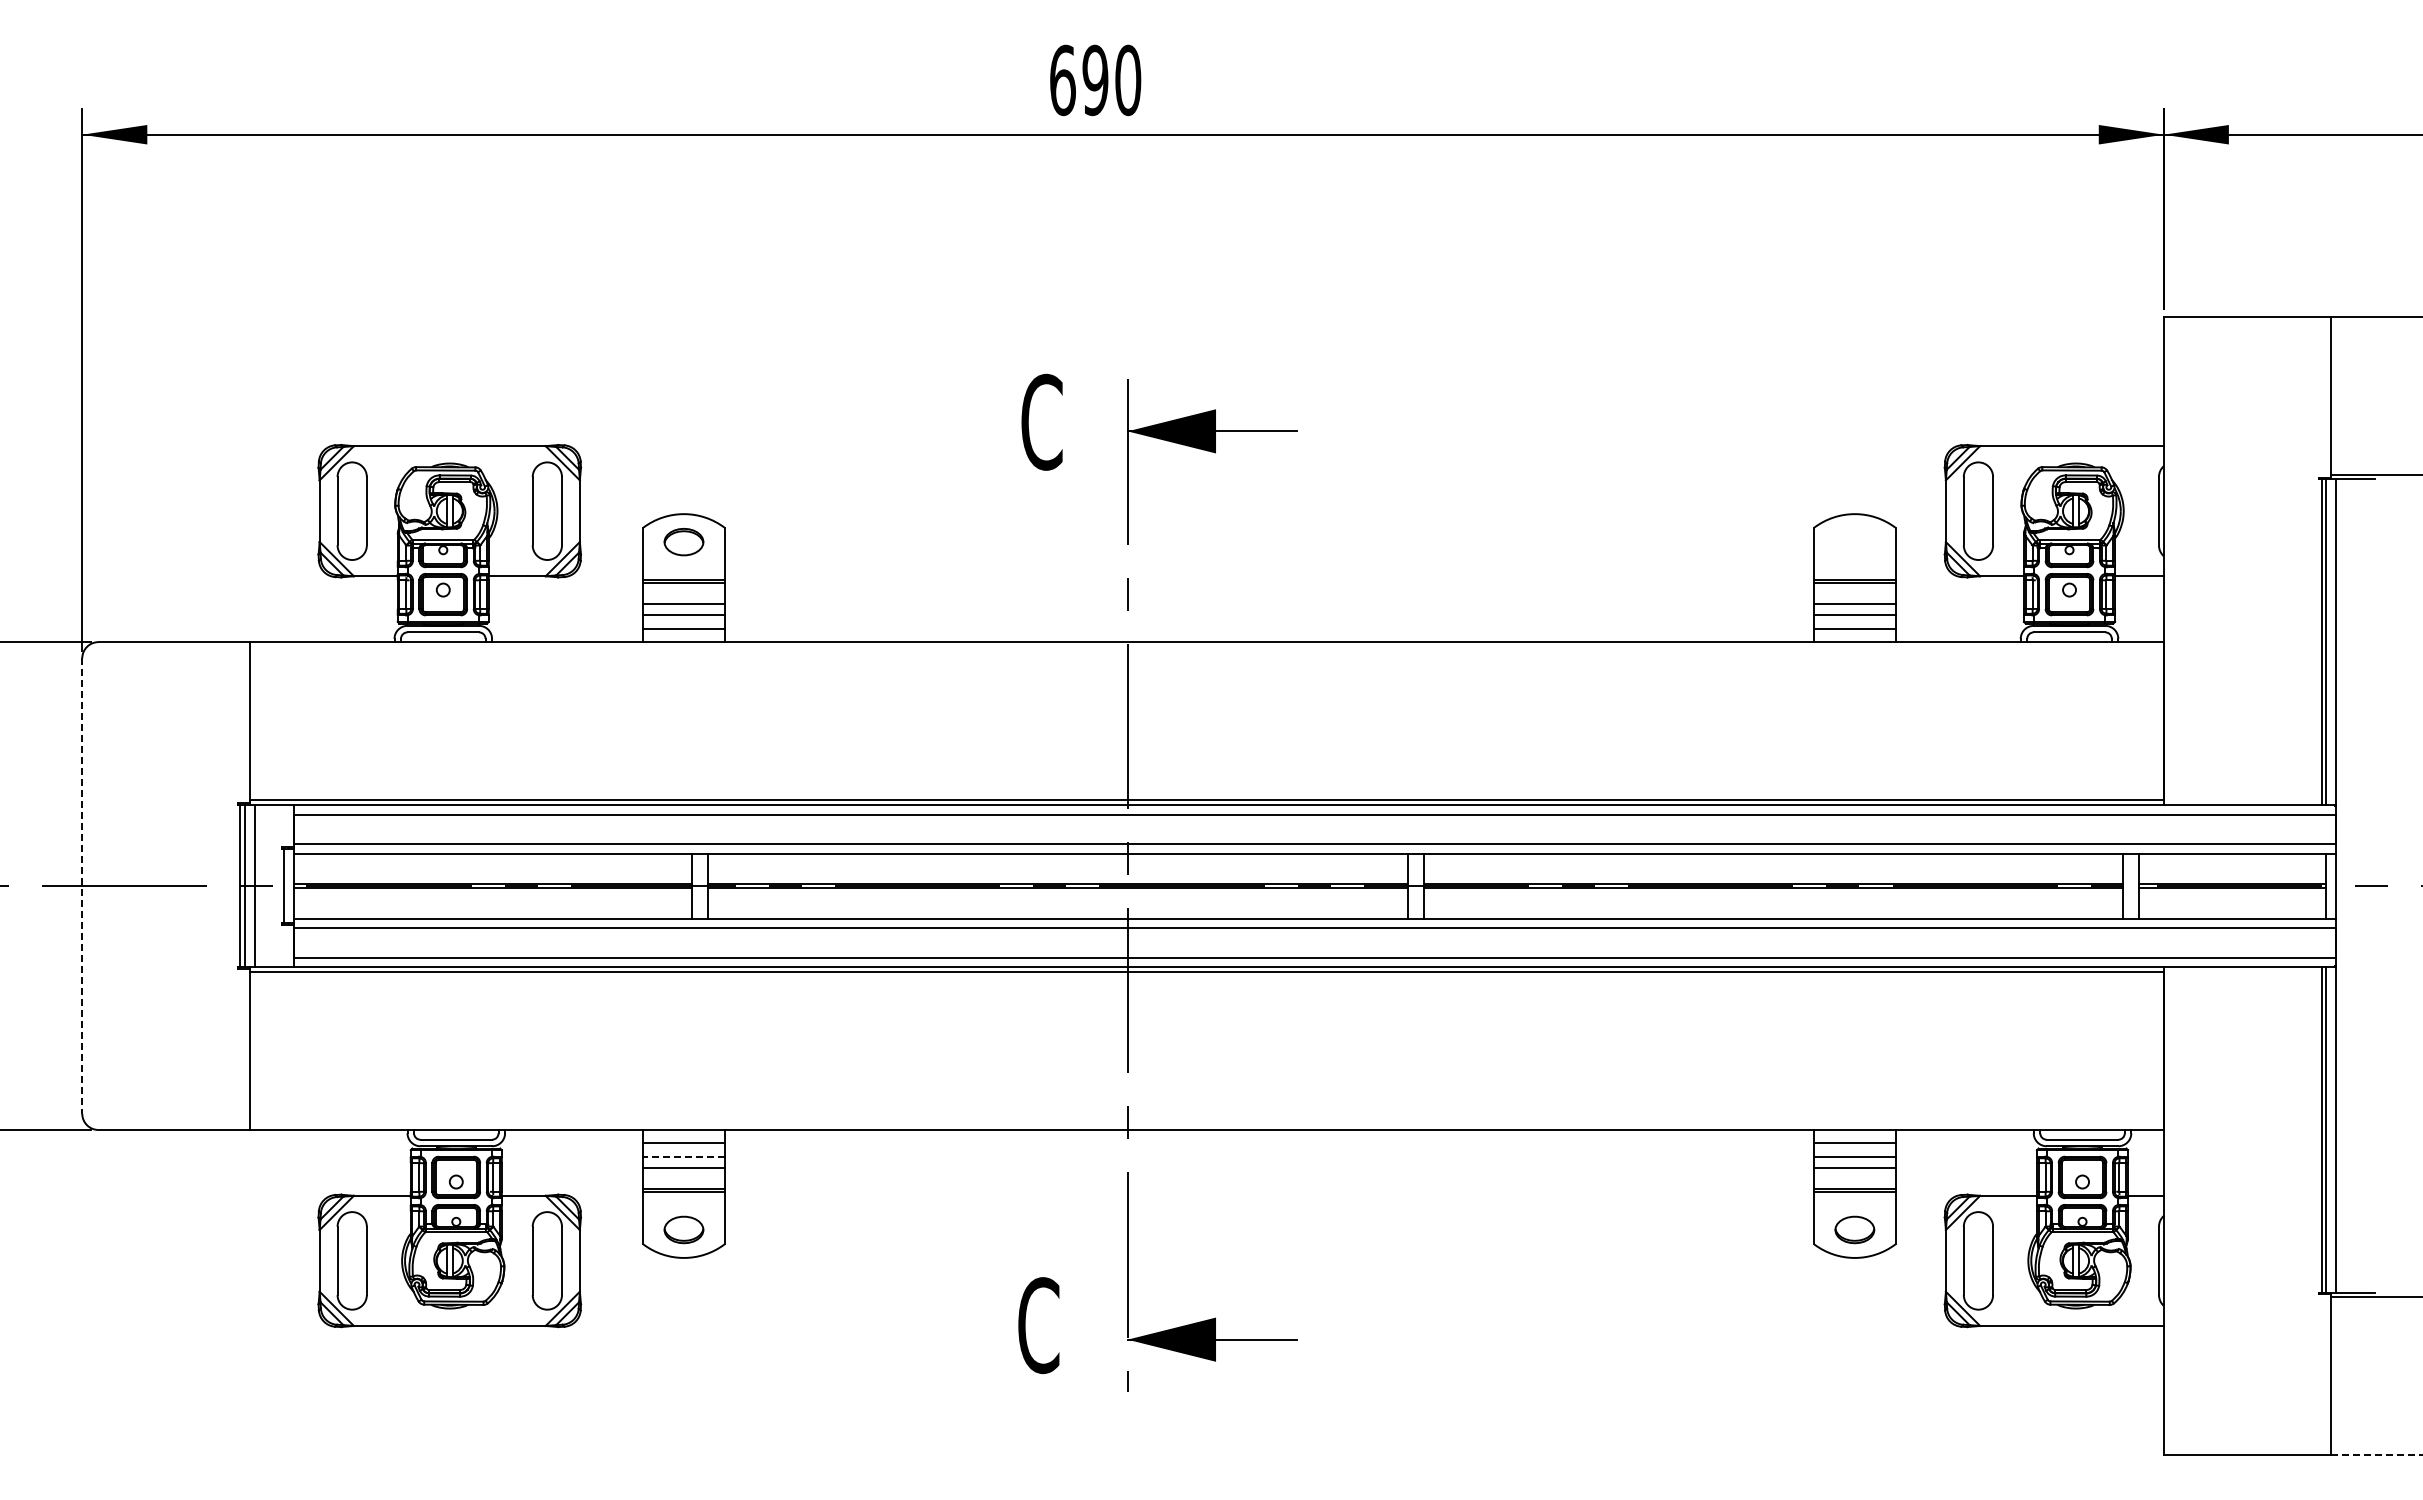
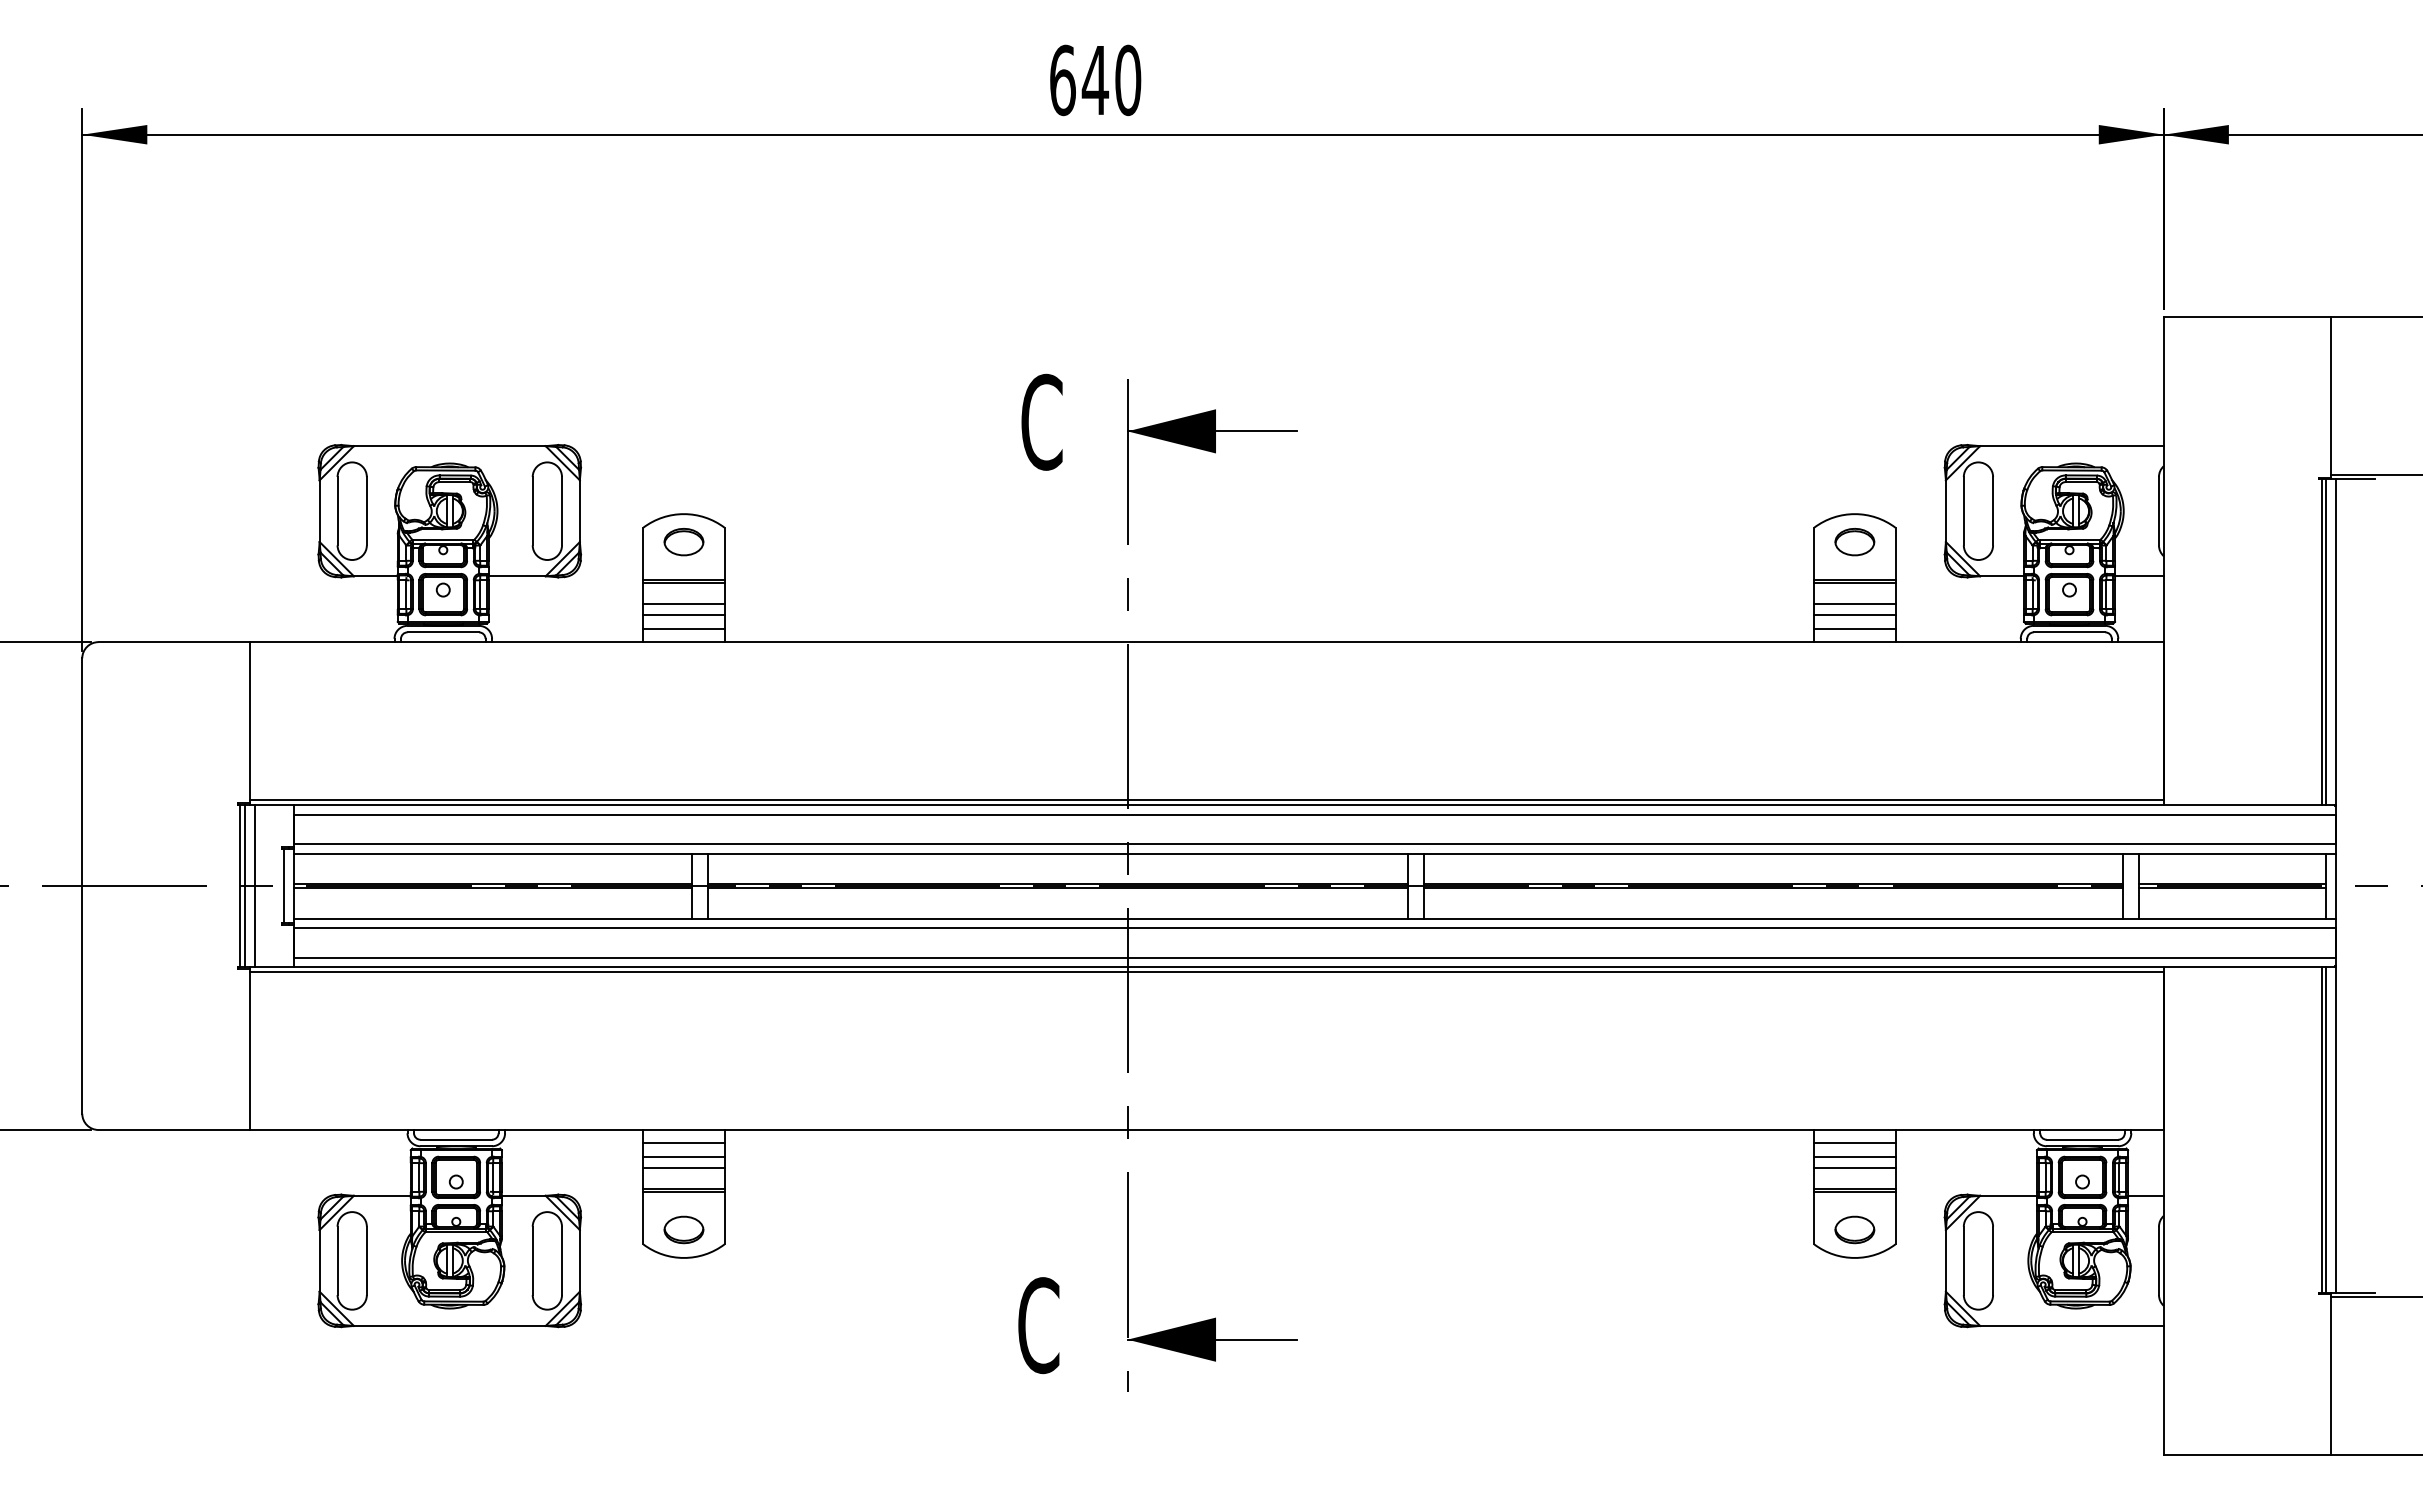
text at (1095, 80): 690 -> 640
part at (1854, 542): none -> present
line at (82, 886): dashed -> solid
line at (683, 1156): dashed -> solid
line at (2377, 1455): dashed -> solid
